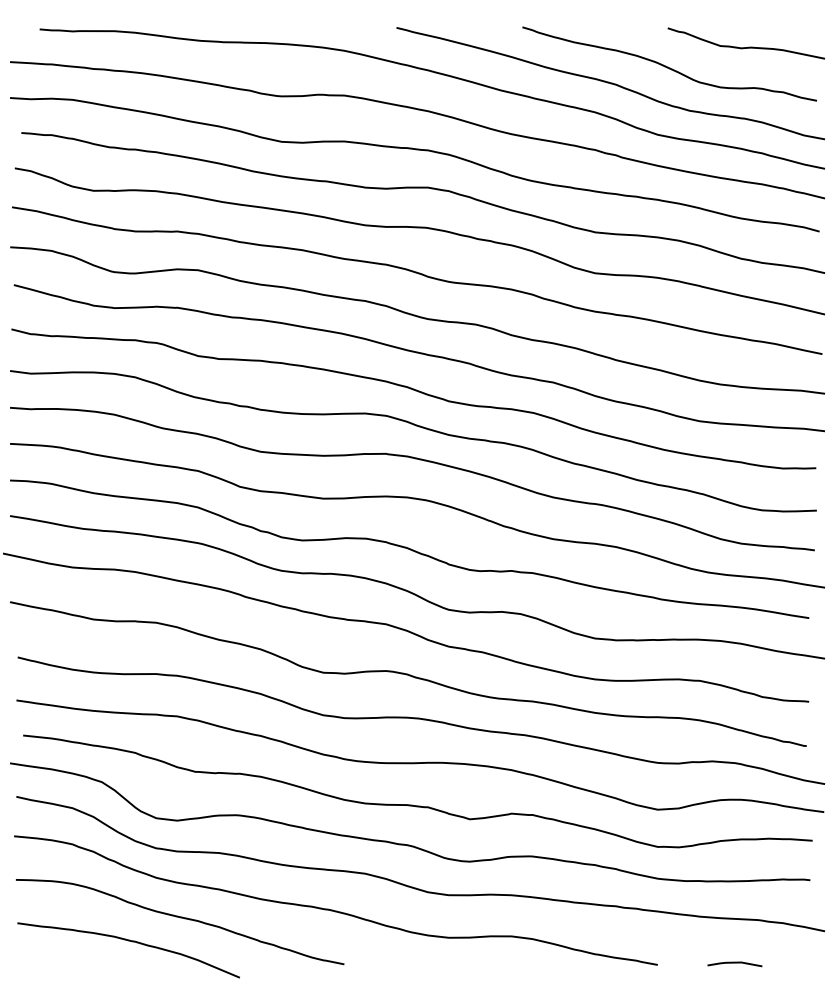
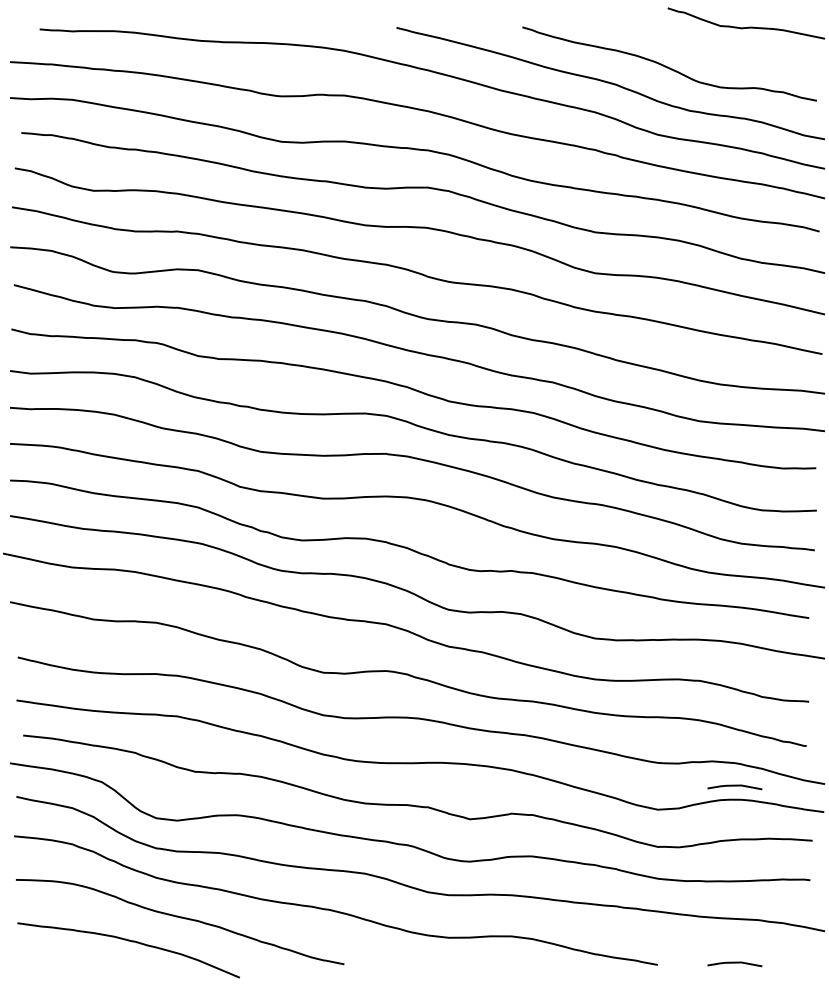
curve at (745, 47) position: (745, 47) -> (745, 27)
line at (734, 786): none -> present
